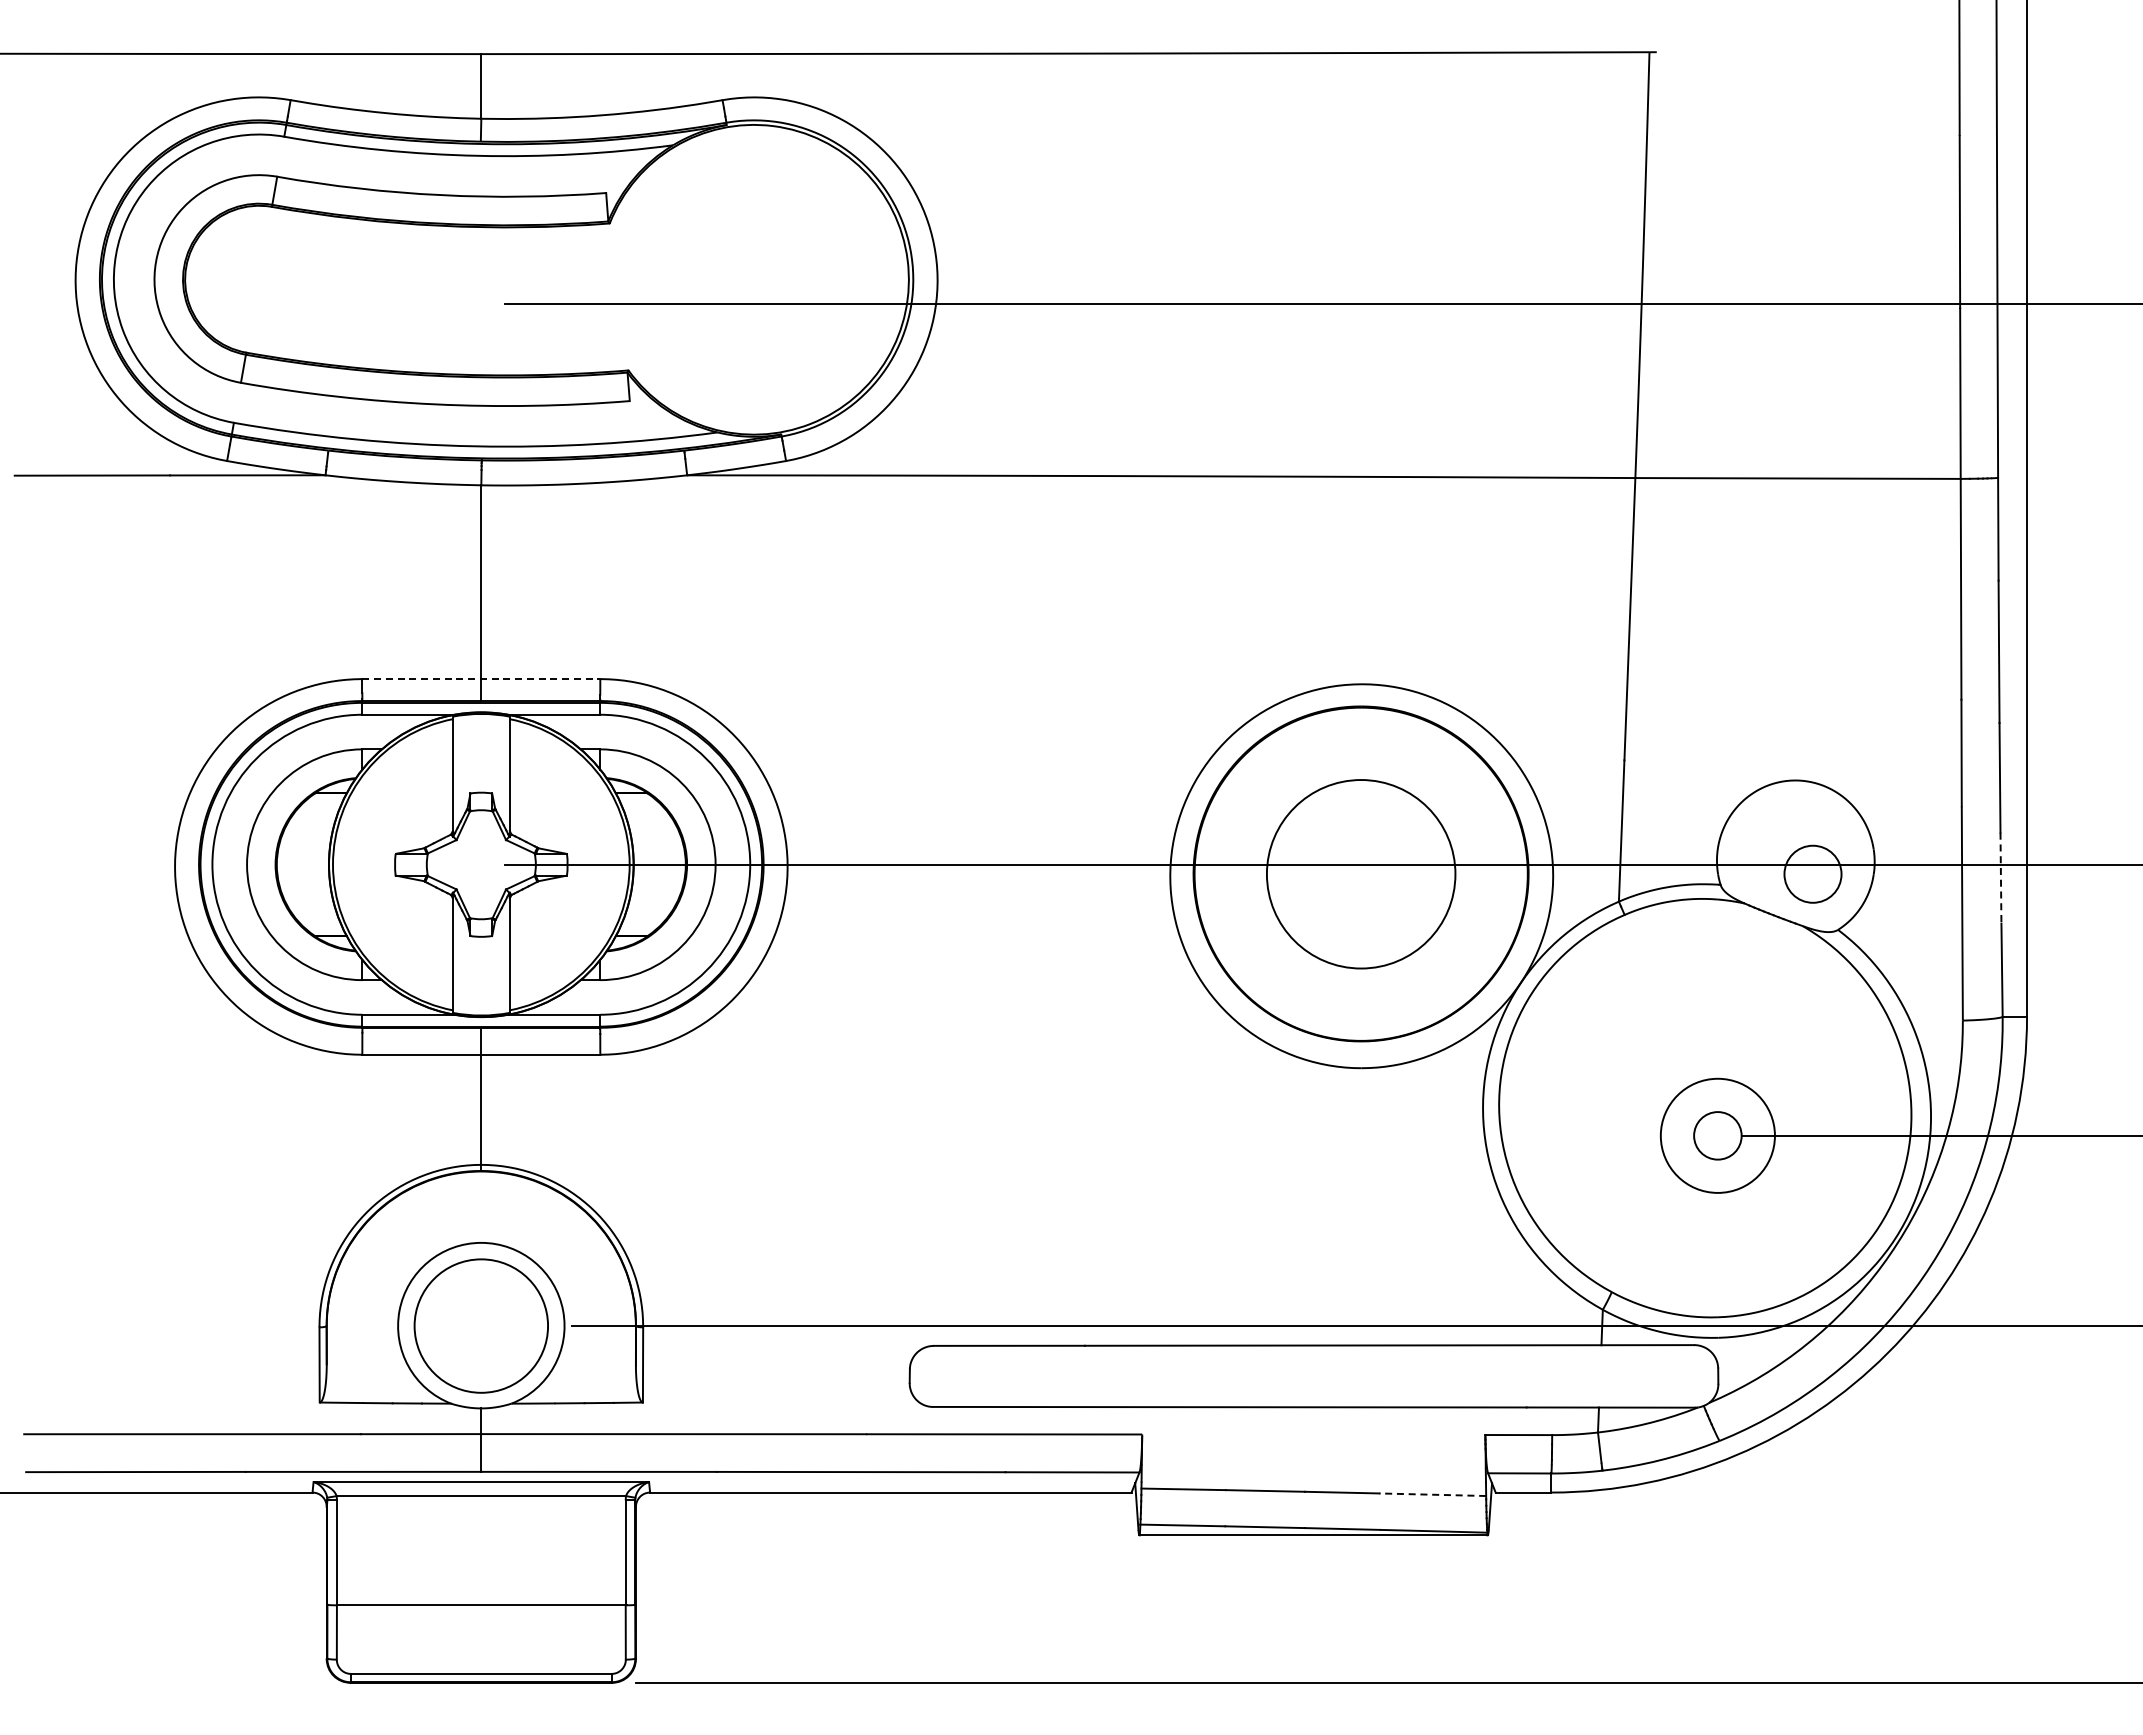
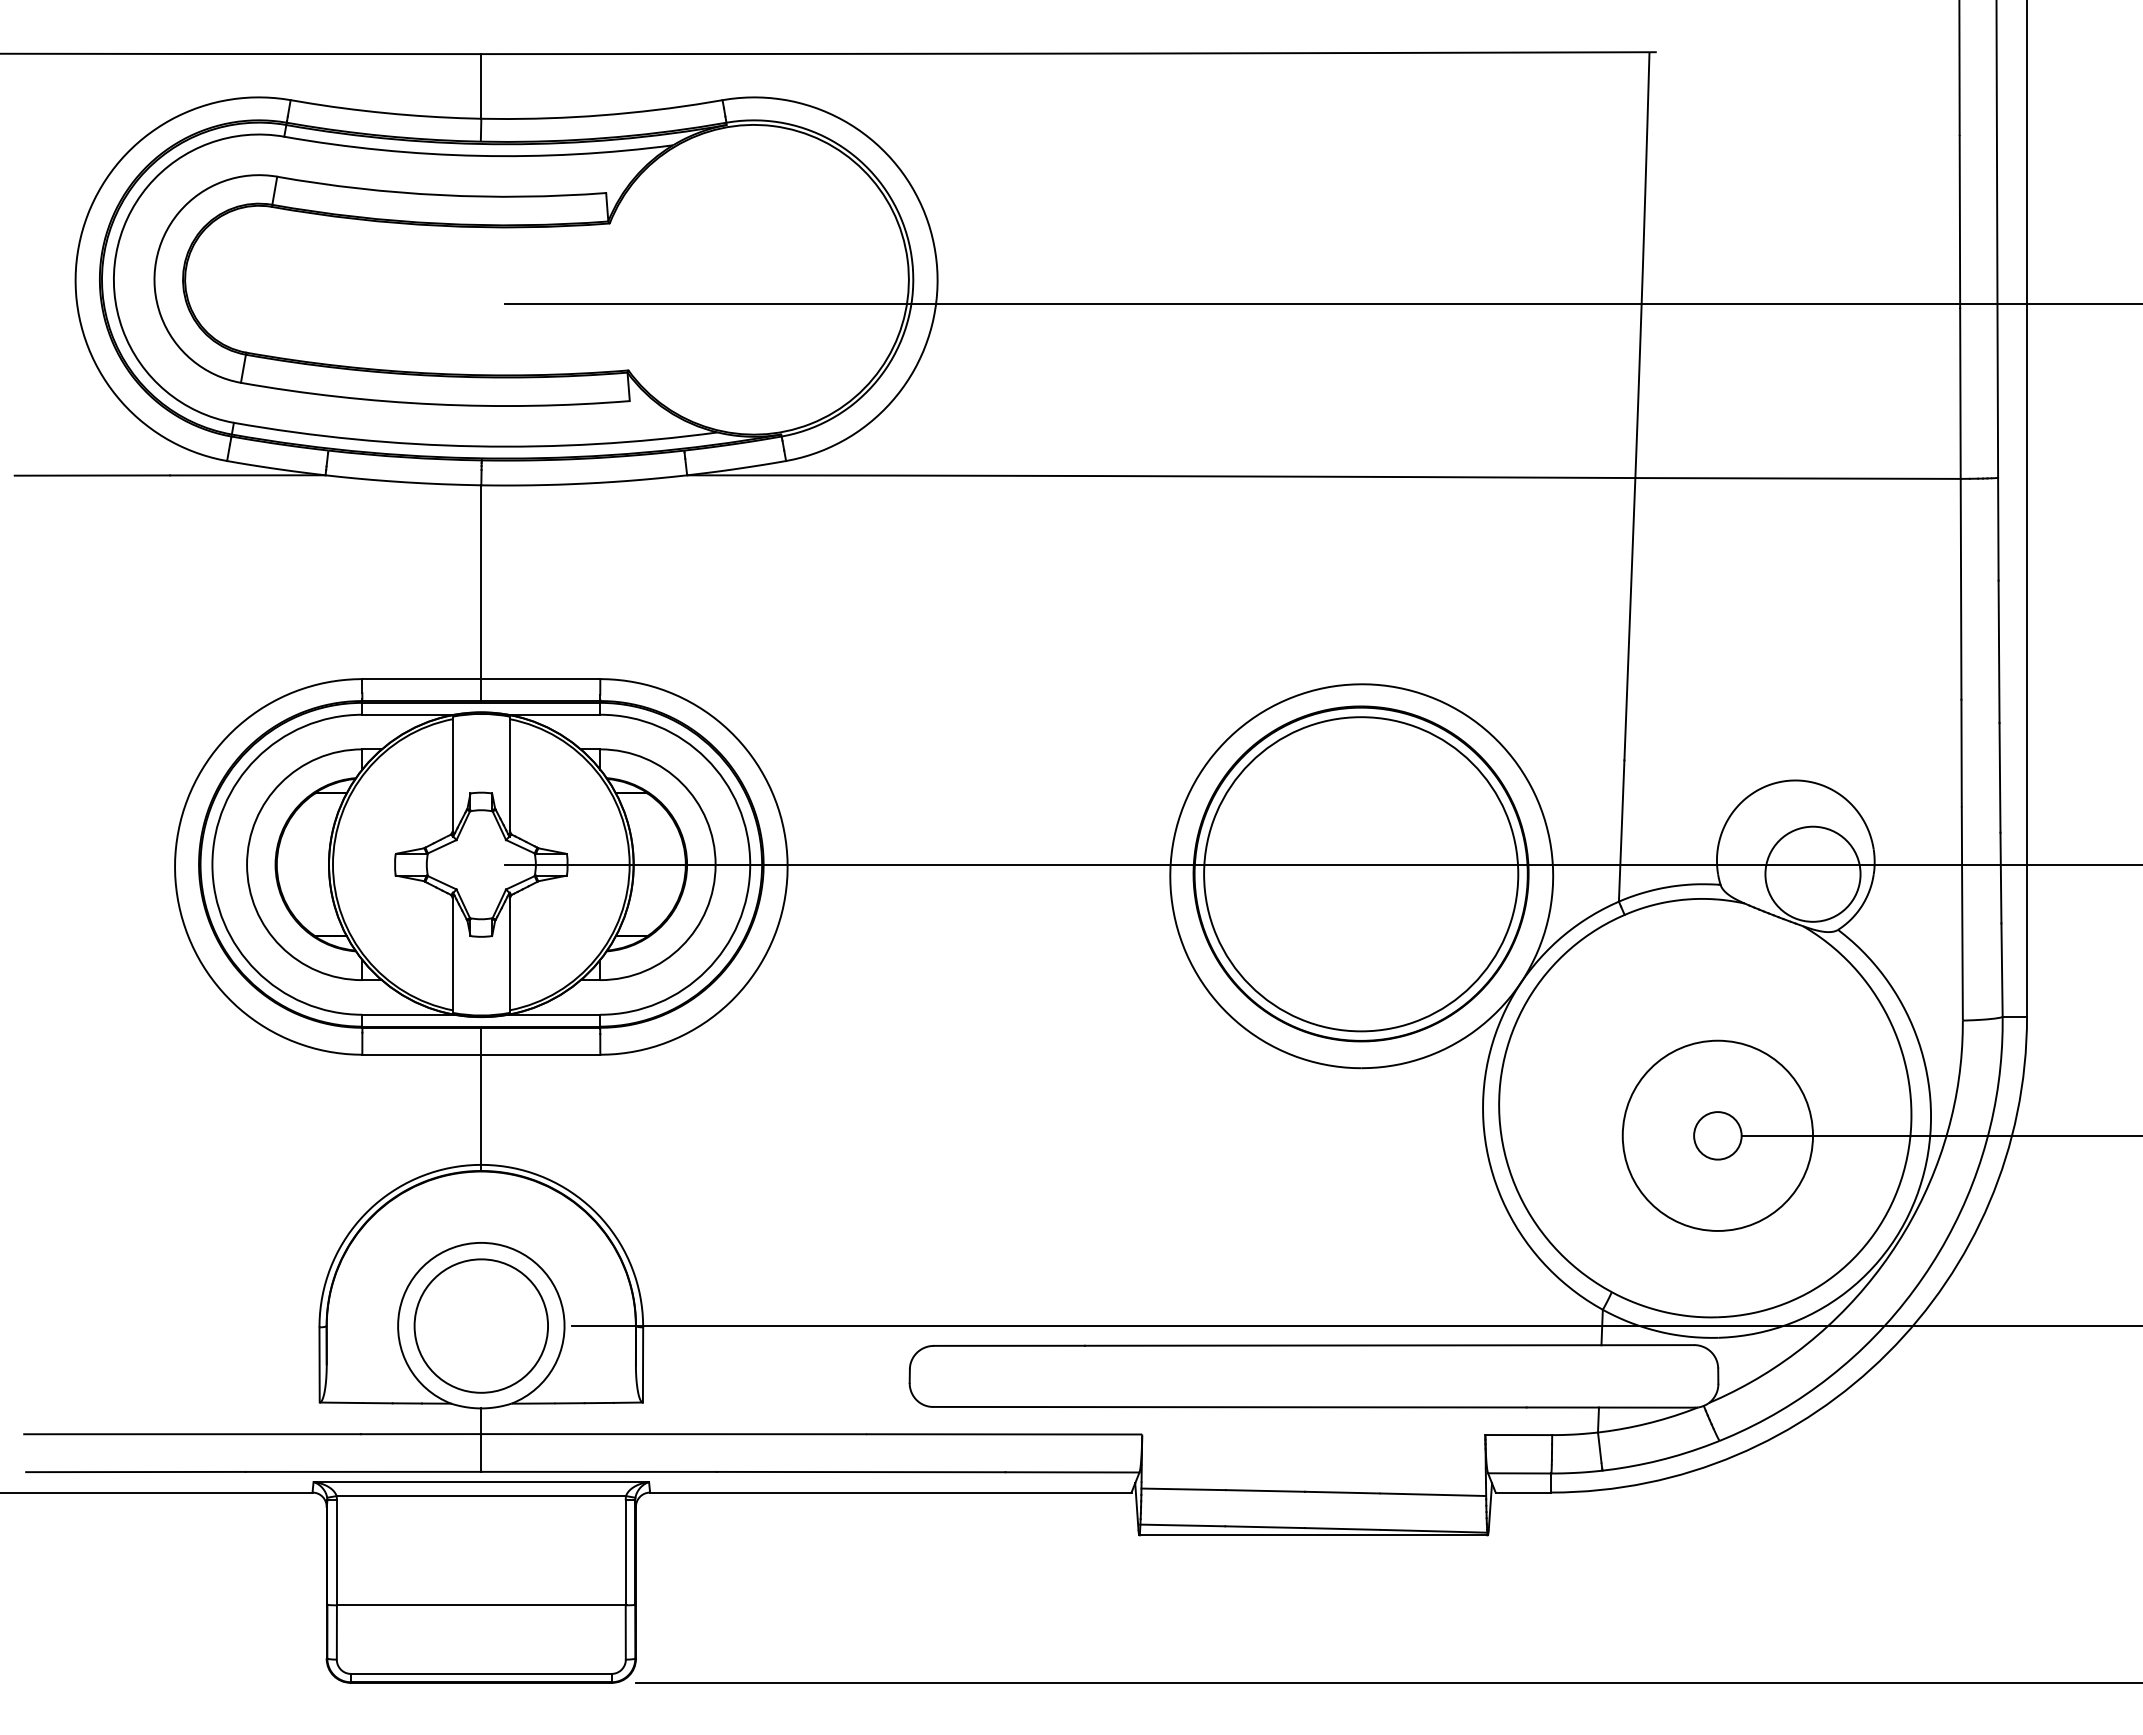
line at (481, 679): dashed -> solid
circle at (1812, 873) diameter: 57 px -> 95 px
circle at (1360, 874) diameter: 189 px -> 314 px
line at (2000, 878): dashed -> solid
circle at (1717, 1135) diameter: 114 px -> 190 px
line at (1433, 1494): dashed -> solid
